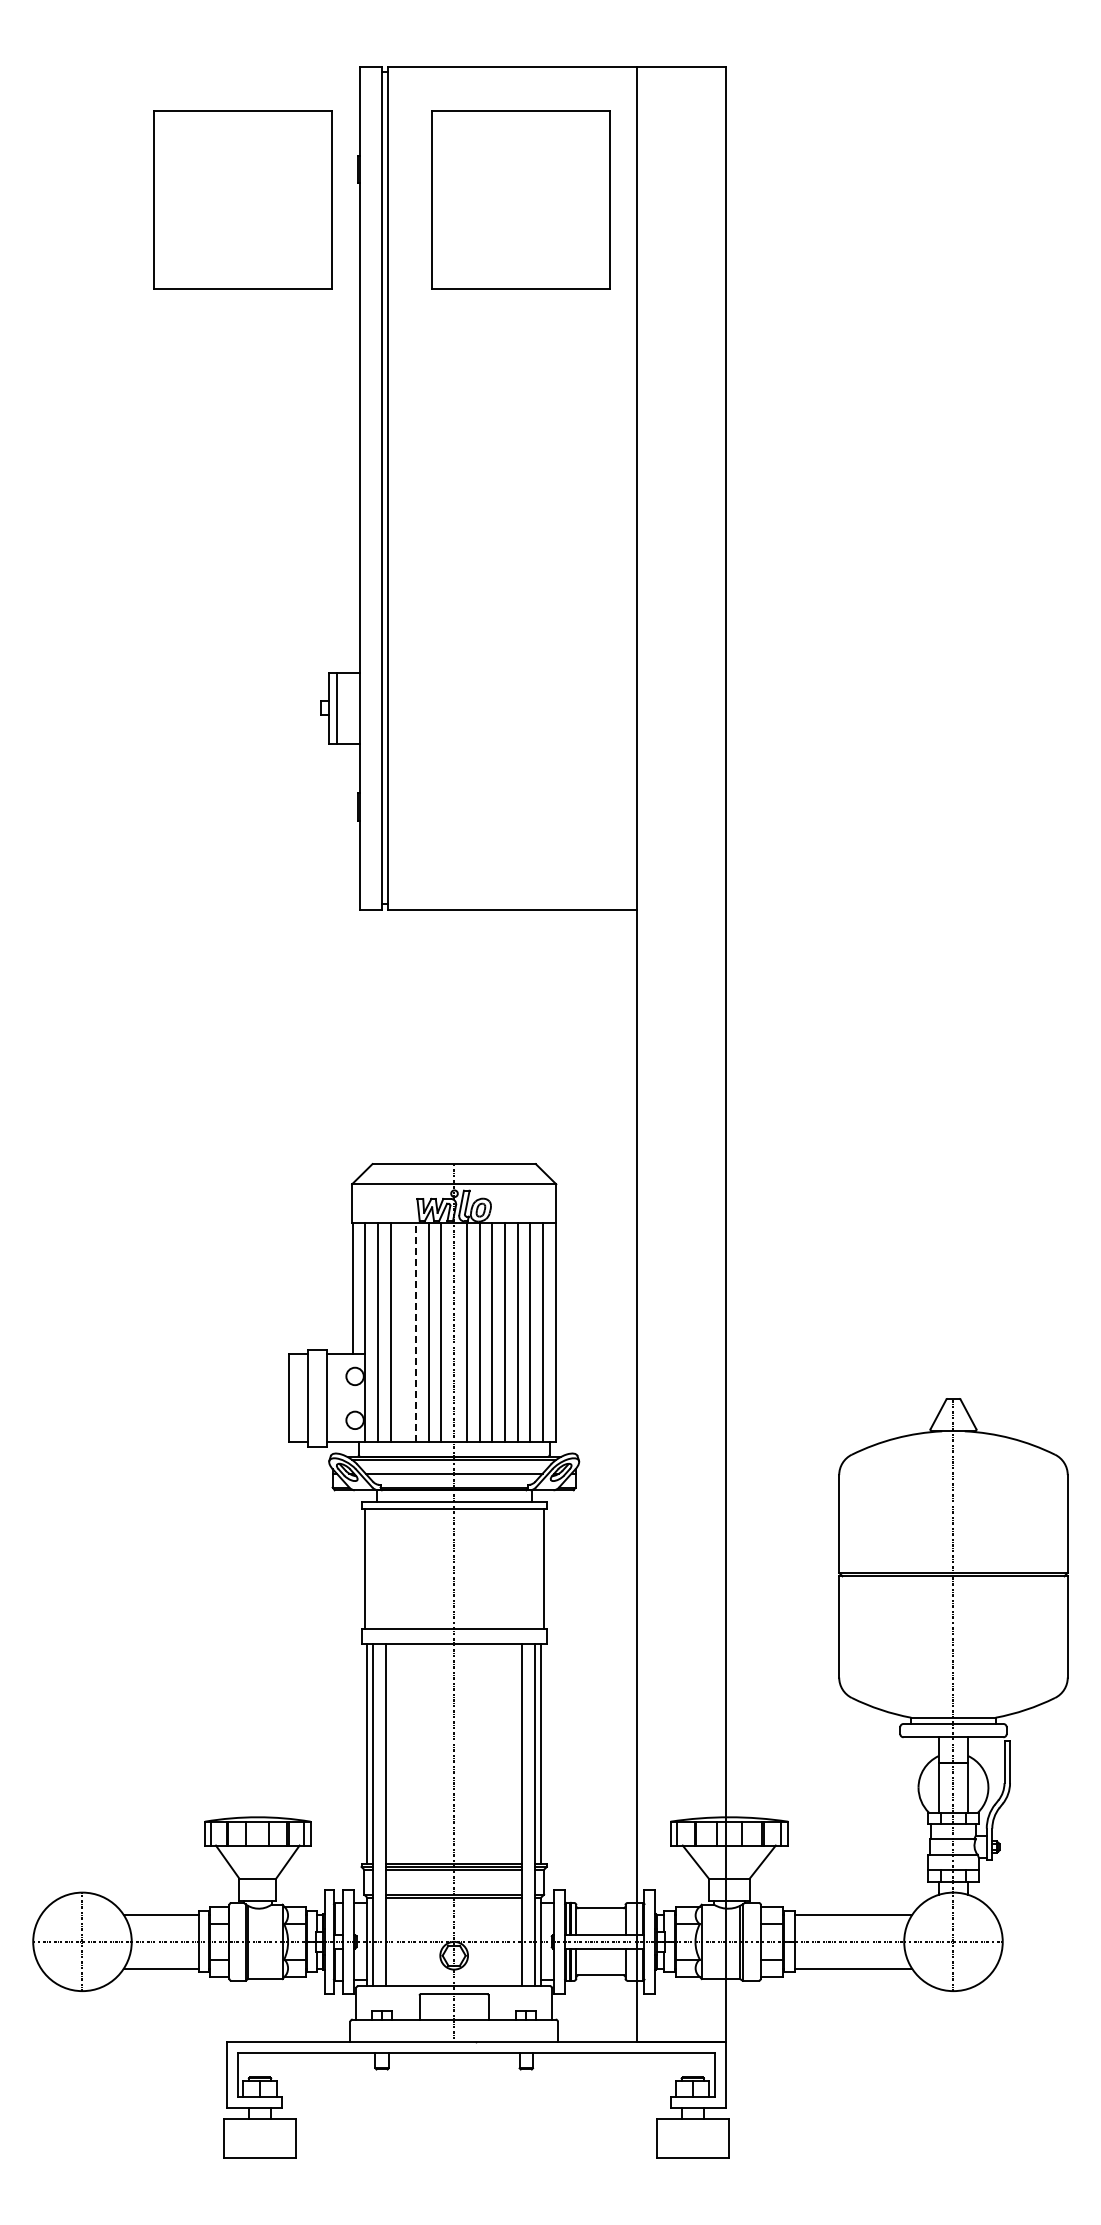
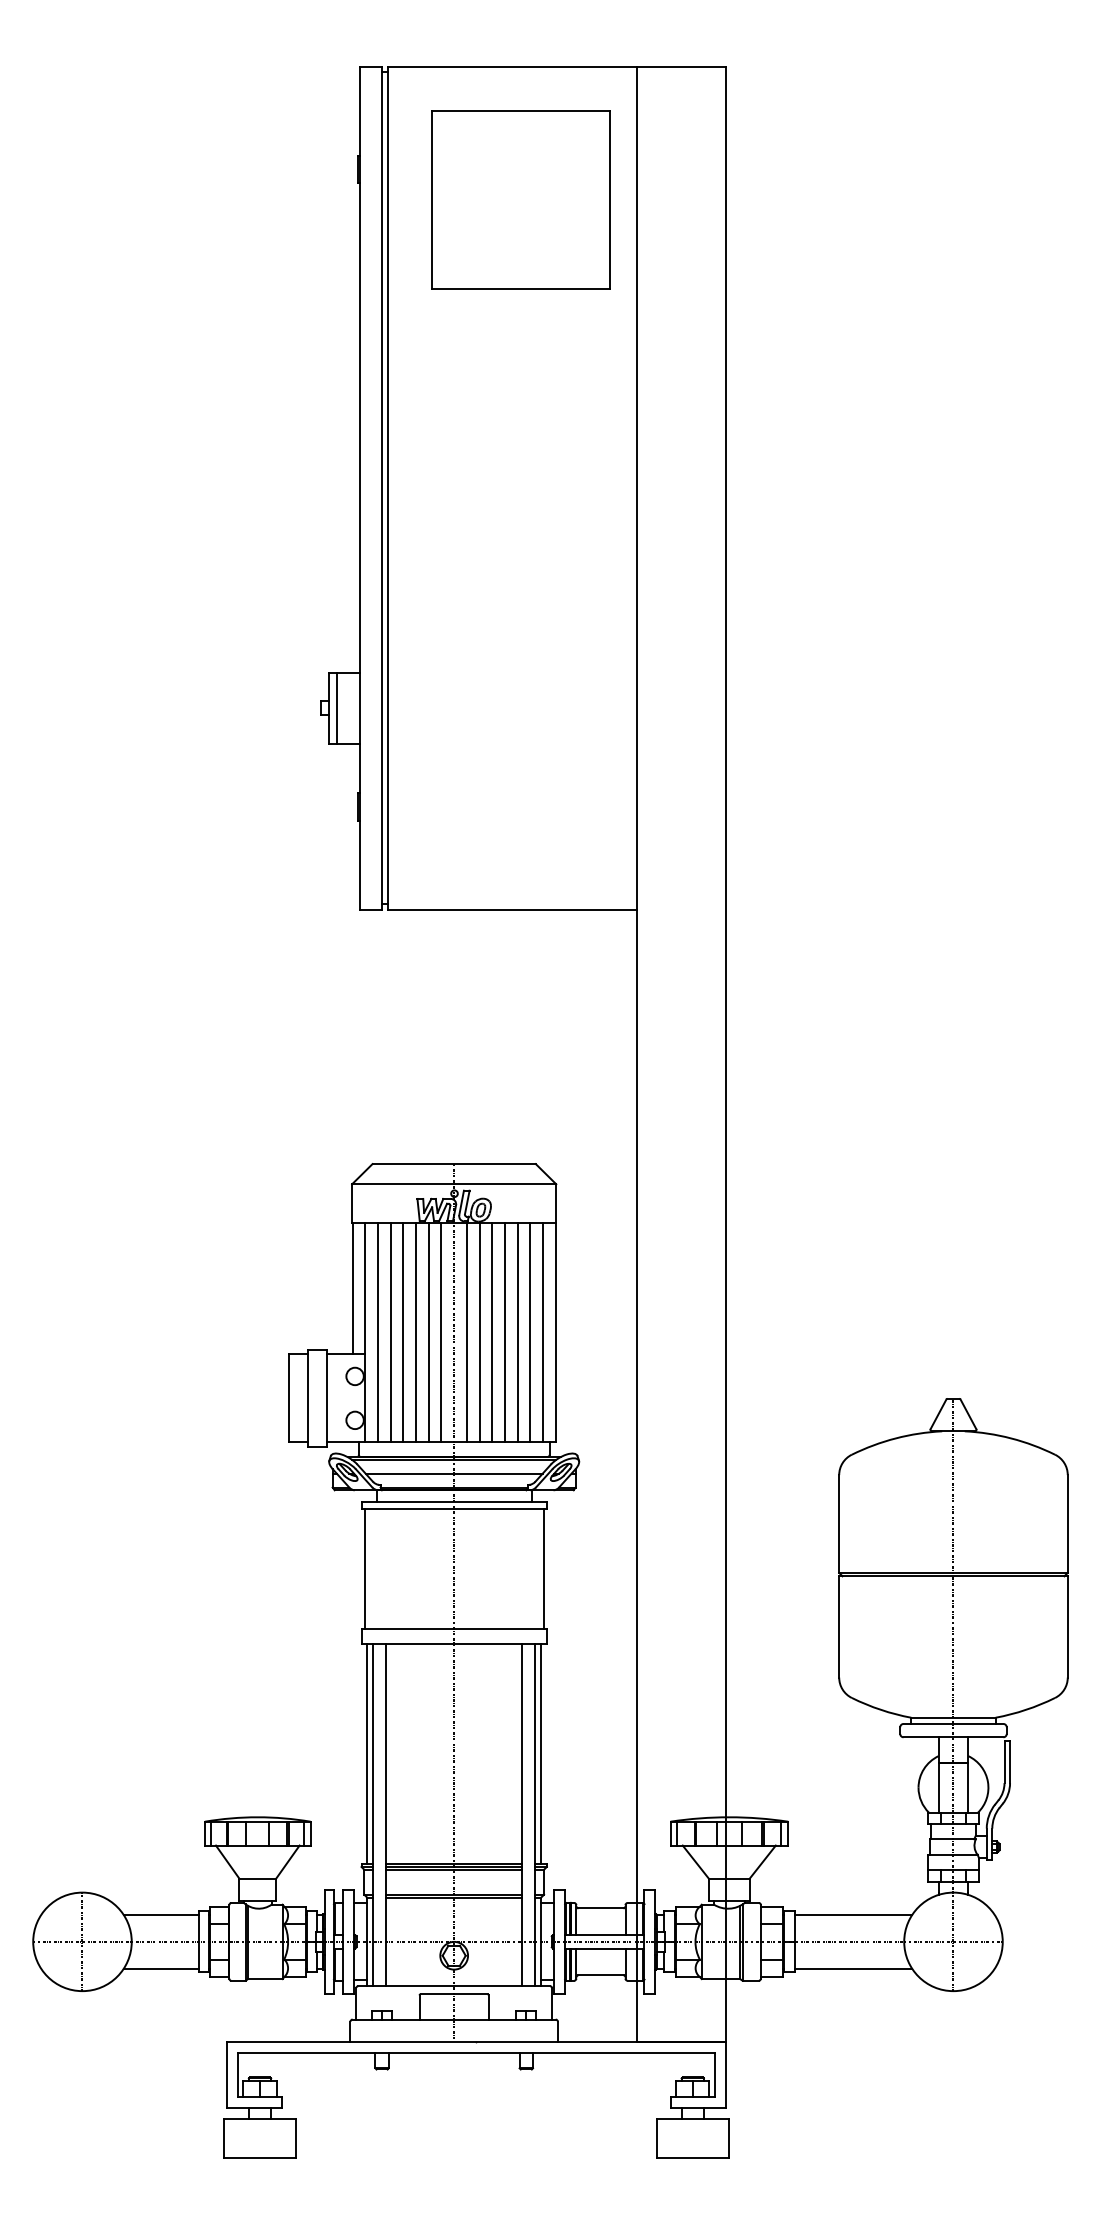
part at (242, 199): present -> none
line at (403, 1332): none -> present
line at (416, 1332): dashed -> solid
